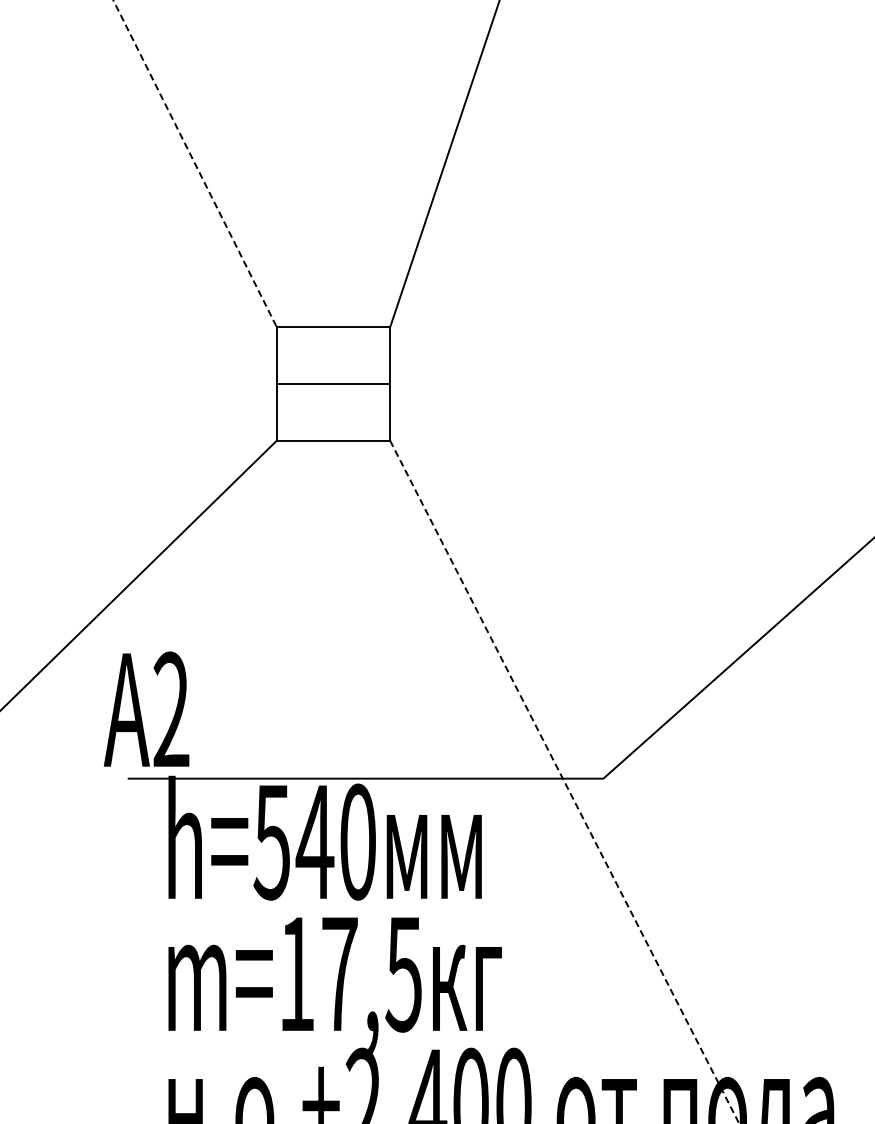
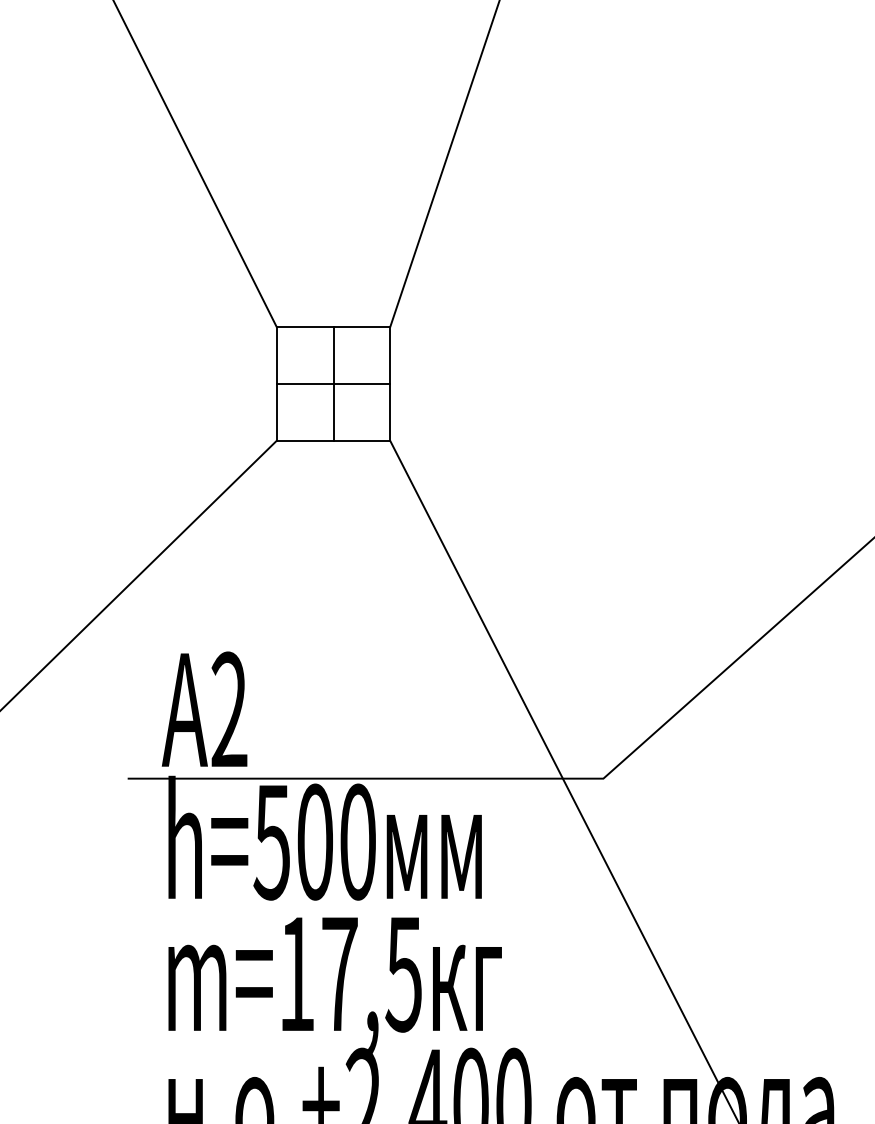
line at (195, 163): dashed -> solid
line at (333, 383): none -> present
text at (146, 708) position: (146, 708) -> (204, 708)
line at (564, 782): dashed -> solid
text at (314, 841): h=540 -> h=500
